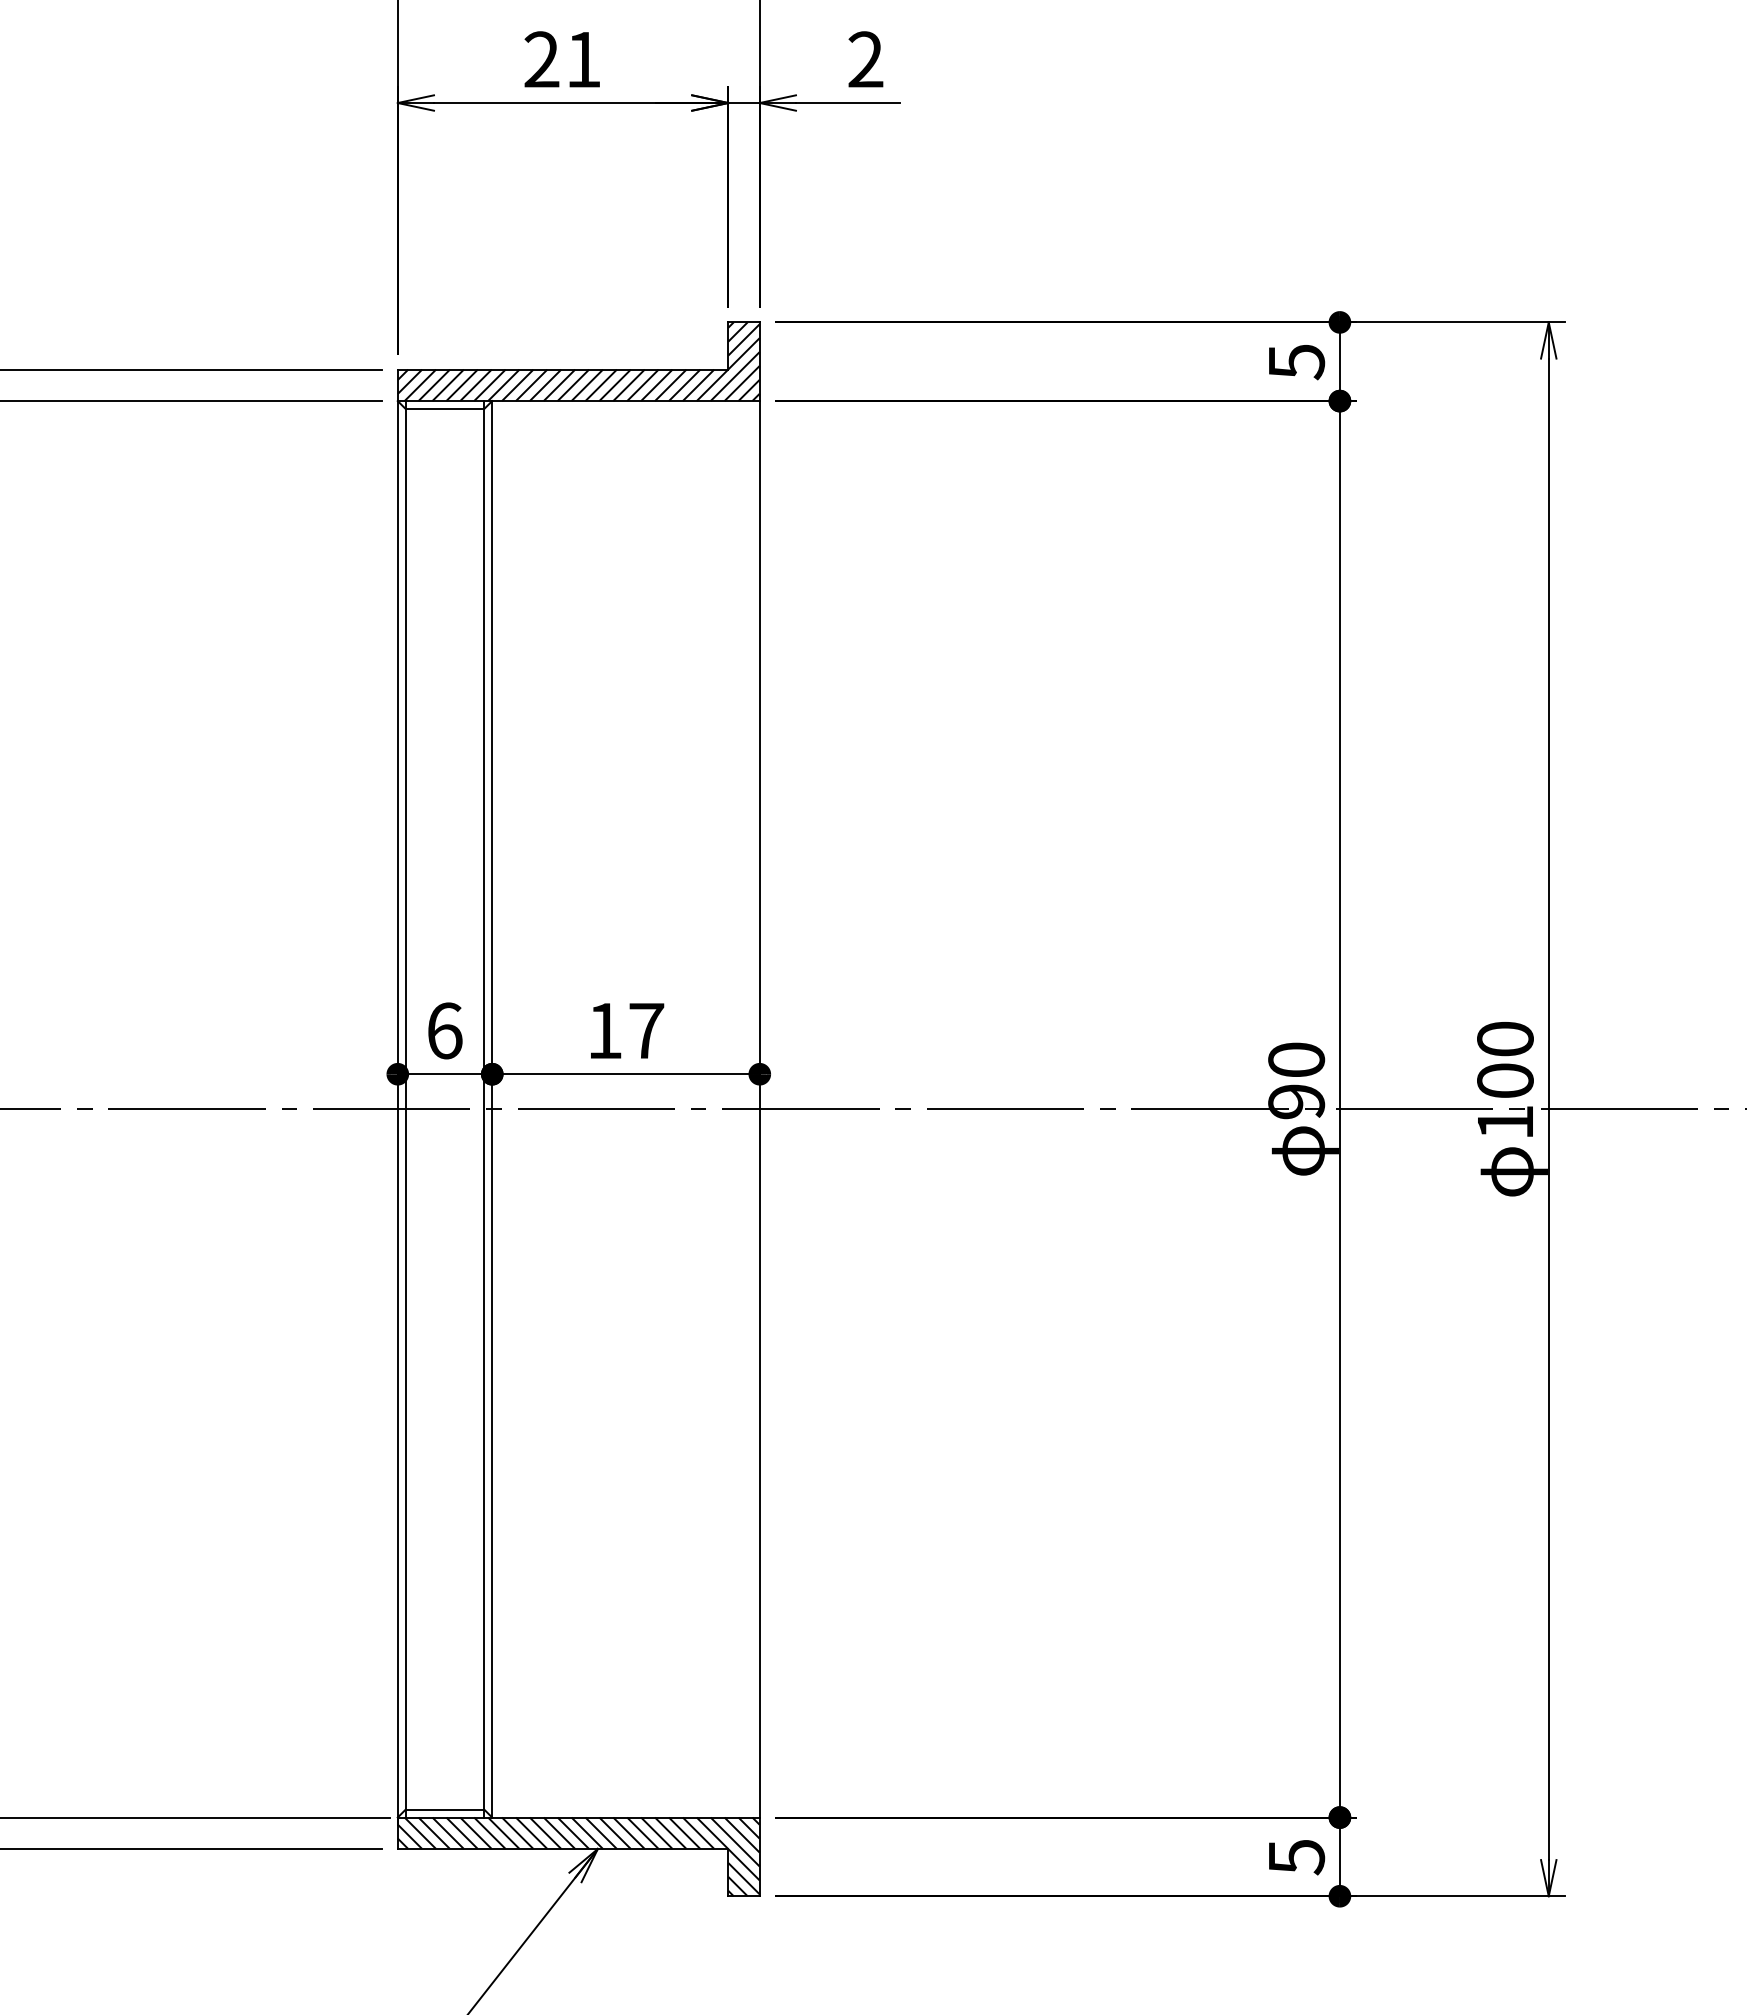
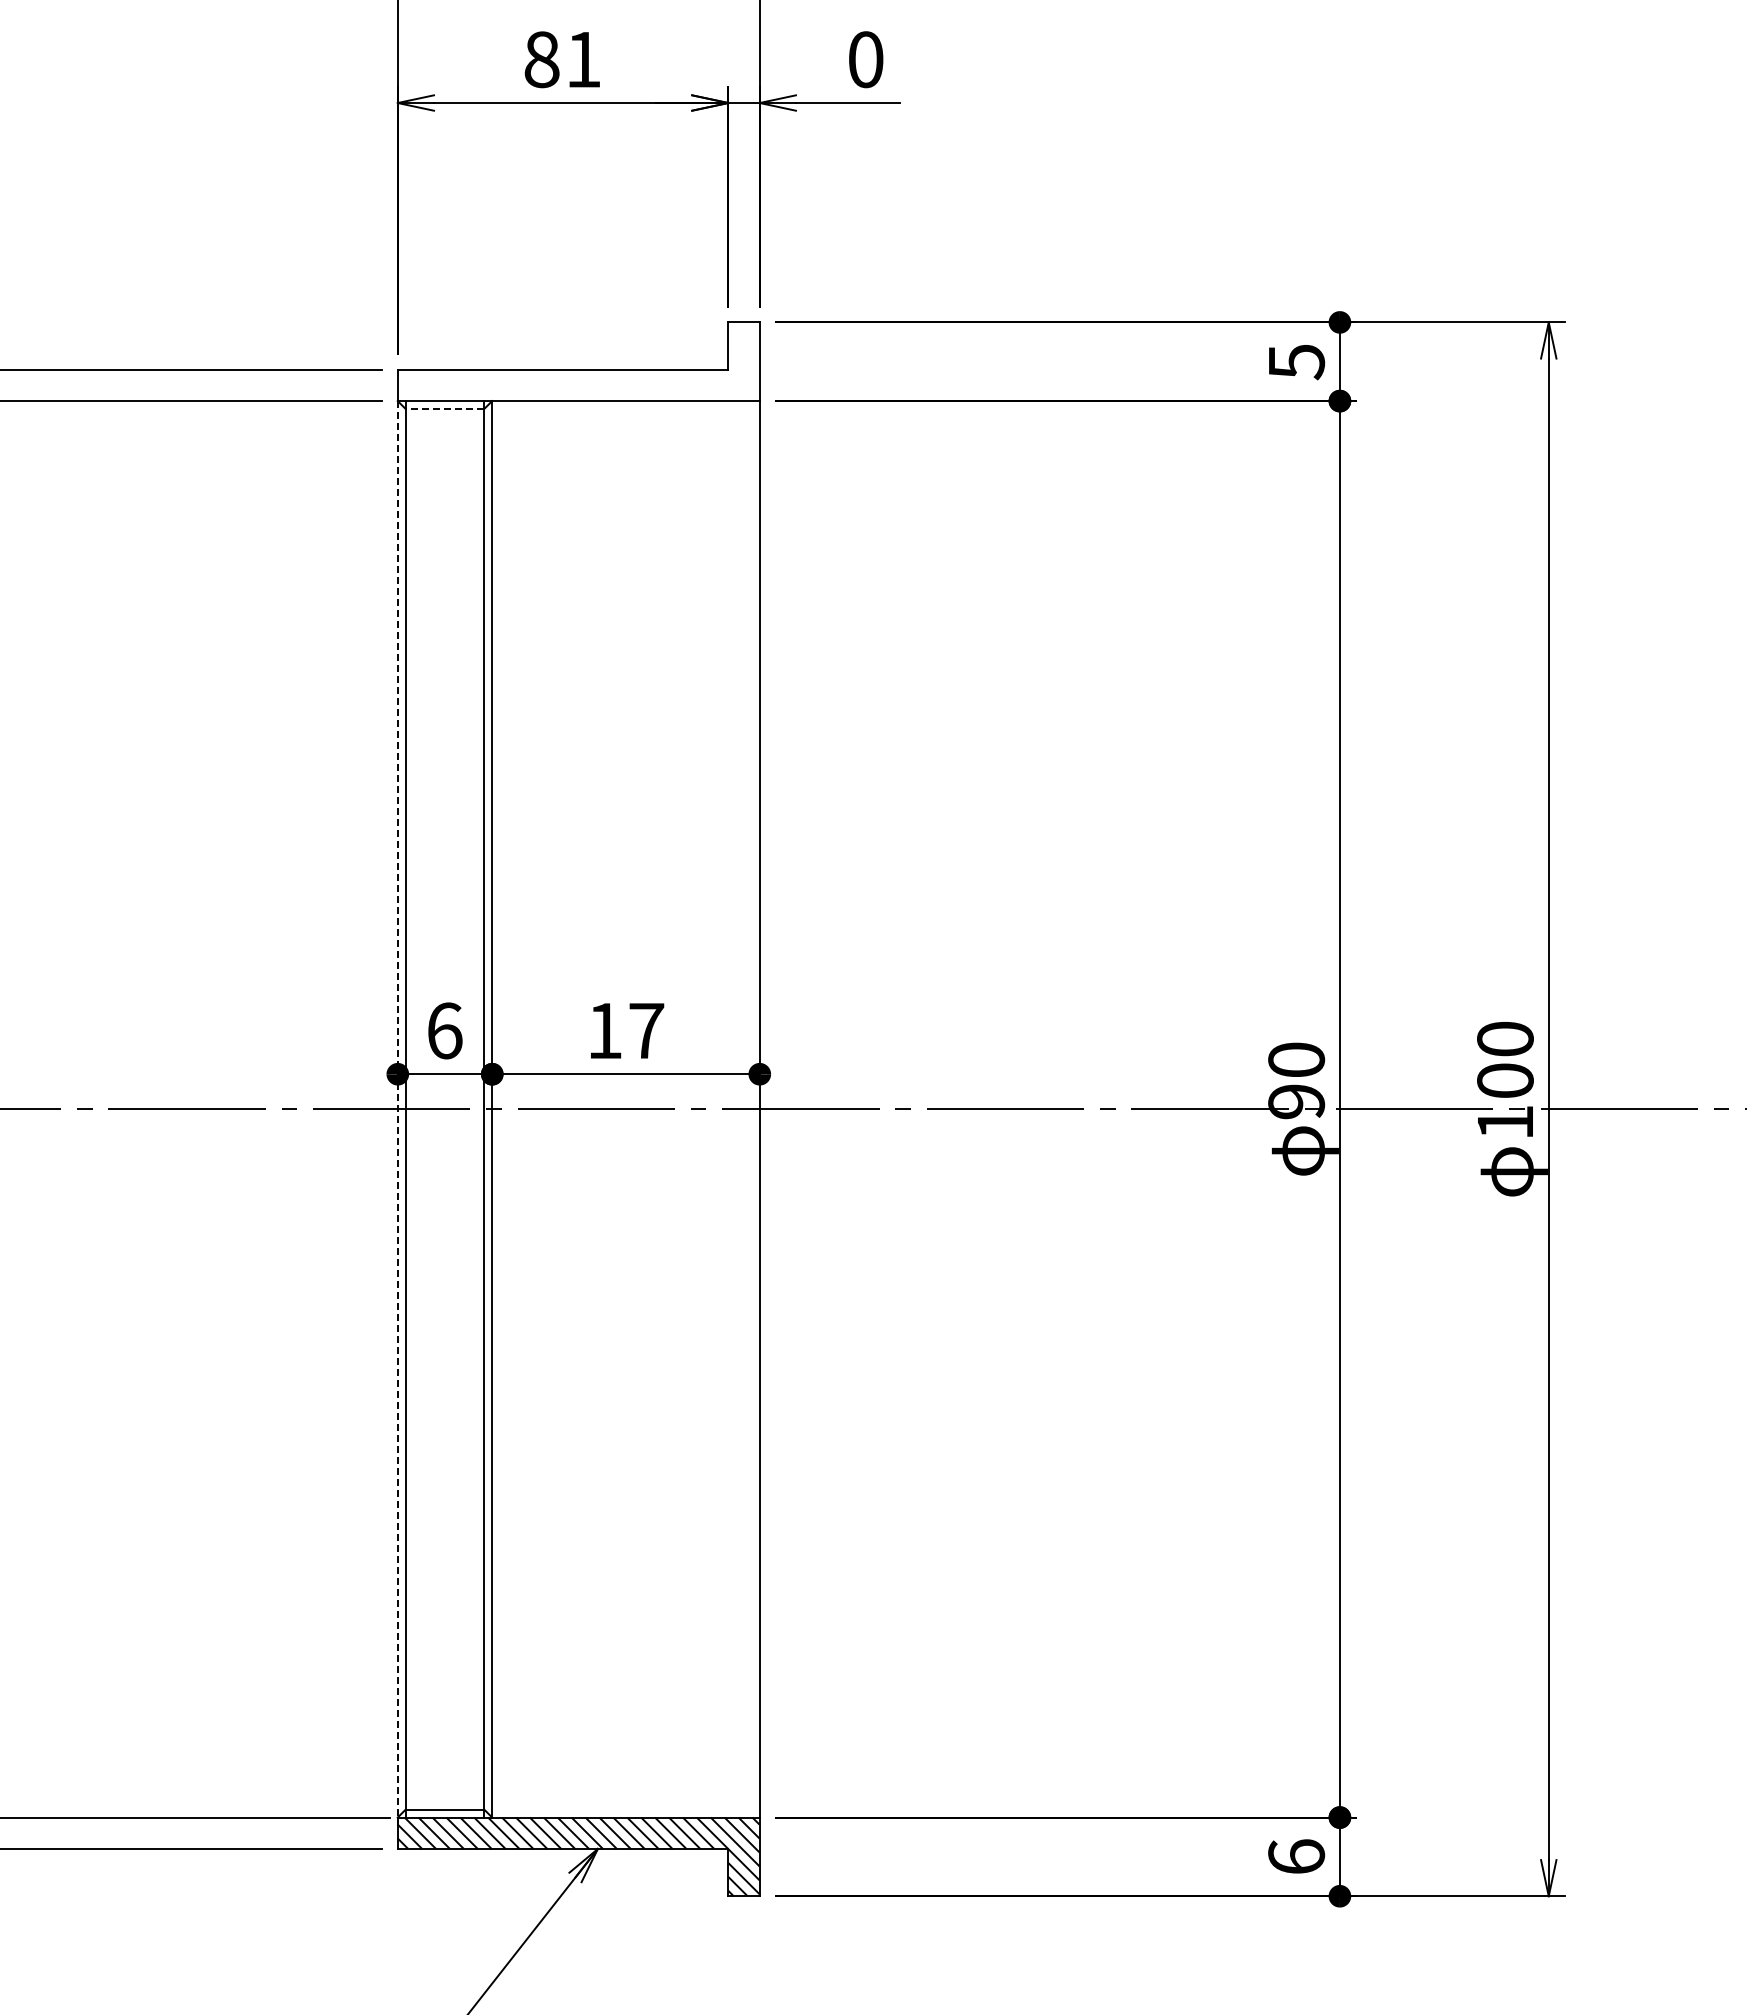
text at (541, 59): 21 -> 81
text at (865, 59): 2 -> 0
hatch at (578, 361): present -> none
line at (444, 408): solid -> dashed
line at (397, 1113): solid -> dashed
text at (1296, 1857): 5 -> 6
